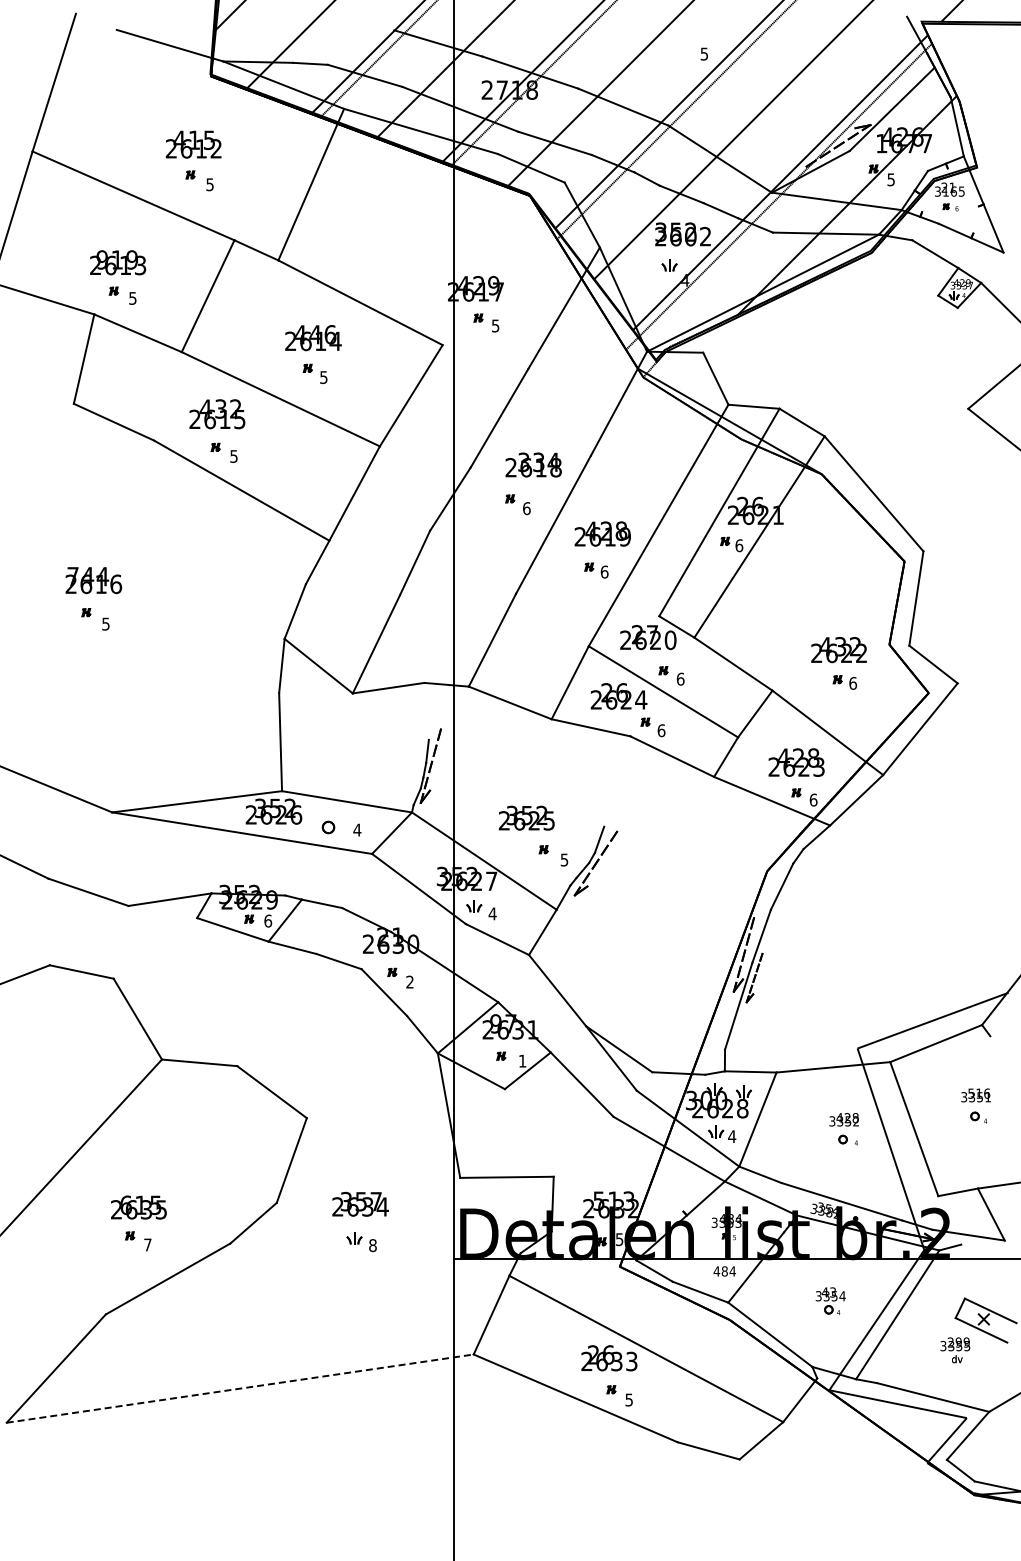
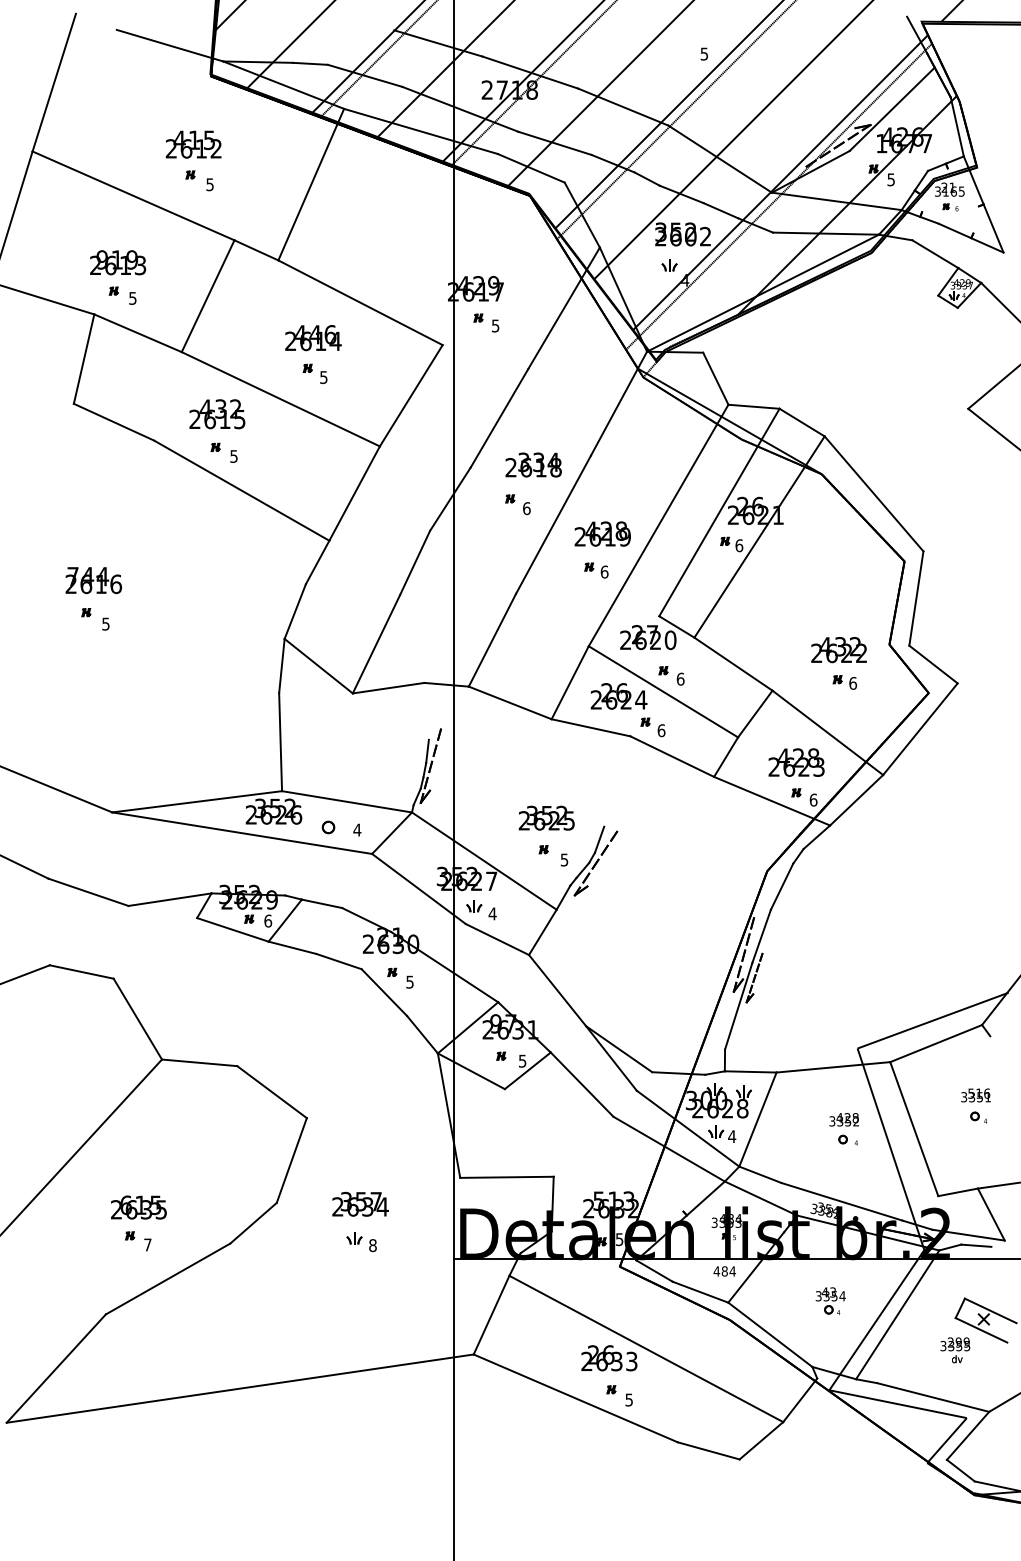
text at (526, 817) position: (526, 817) -> (546, 817)
text at (409, 981): 2 -> 5
text at (522, 1060): 1 -> 5
line at (976, 1245): none -> present
line at (240, 1388): dashed -> solid
